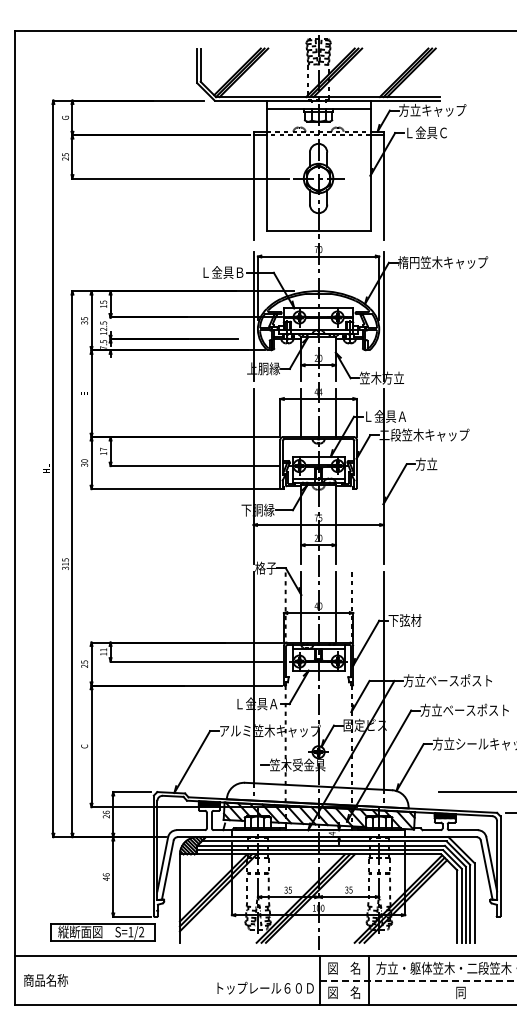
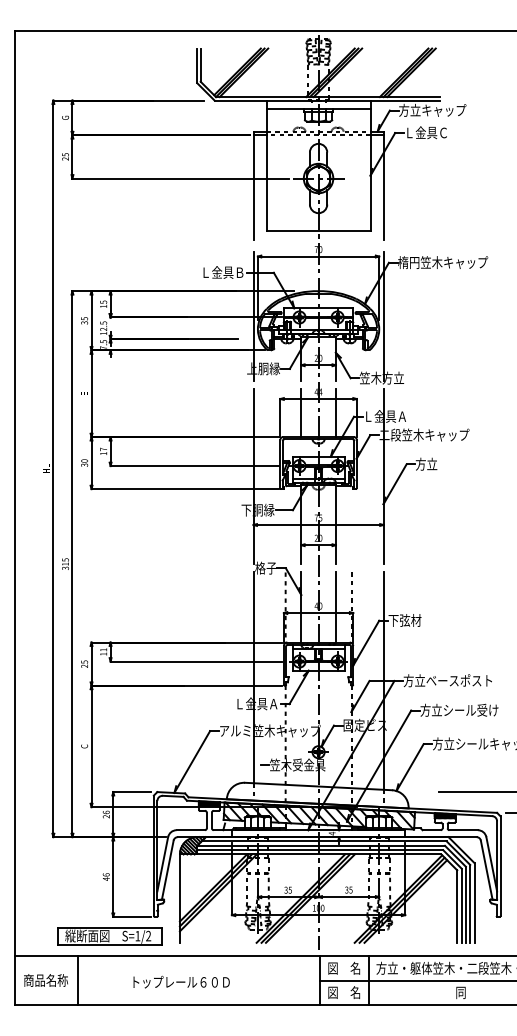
text at (475, 709): 方立ベースポスト -> 方立シール受け
part at (102, 932) position: (102, 932) -> (109, 936)
line at (77, 980): none -> present
line at (418, 980): dashed -> solid
text at (265, 987) position: (265, 987) -> (181, 981)
